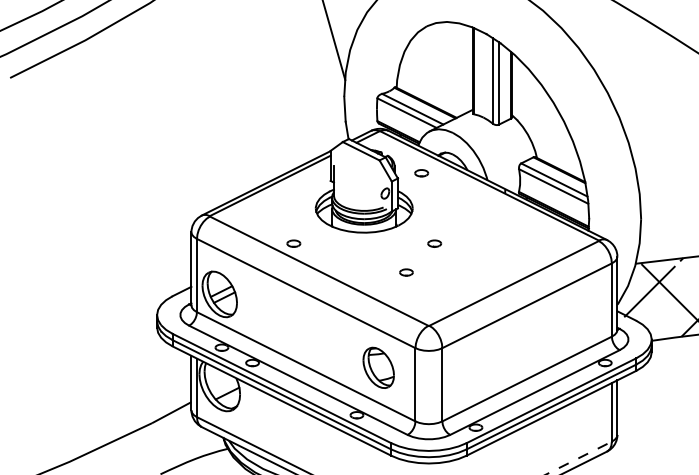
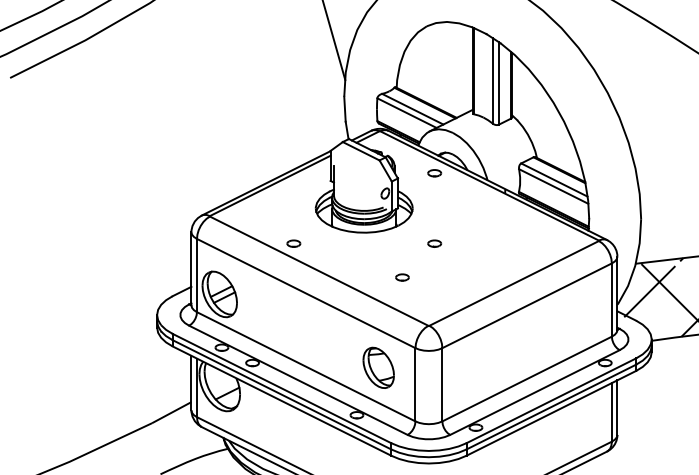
part at (421, 173) position: (421, 173) -> (434, 173)
part at (406, 272) position: (406, 272) -> (402, 277)
line at (578, 458): dashed -> solid
